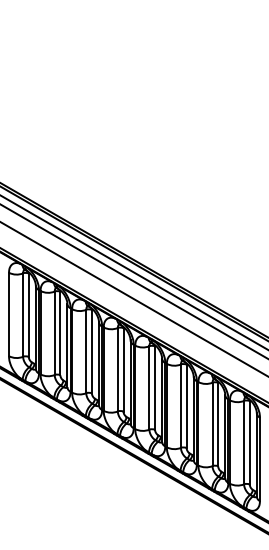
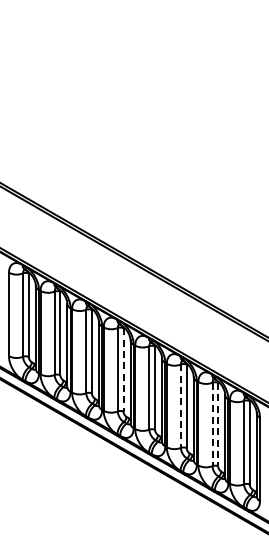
line at (133, 272): present -> none
line at (133, 281): present -> none
line at (133, 298): present -> none
line at (123, 369): solid -> dashed
line at (180, 406): solid -> dashed
line at (212, 424): solid -> dashed
line at (218, 424): solid -> dashed
